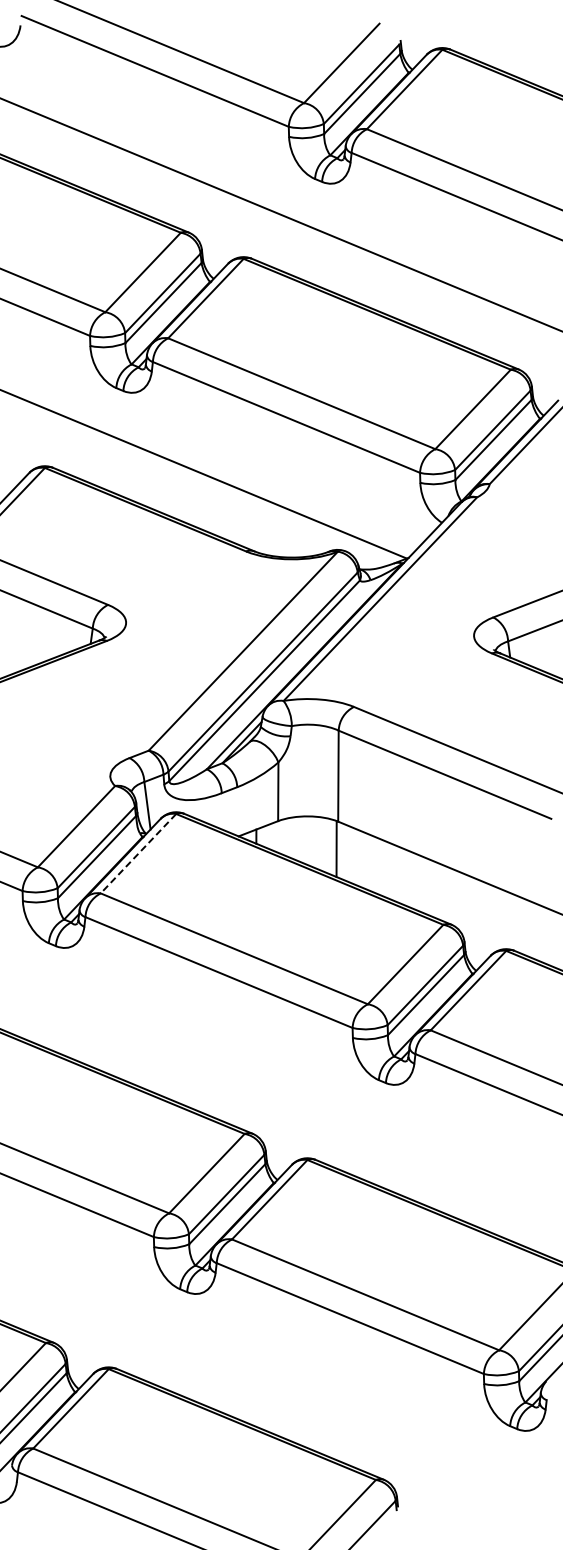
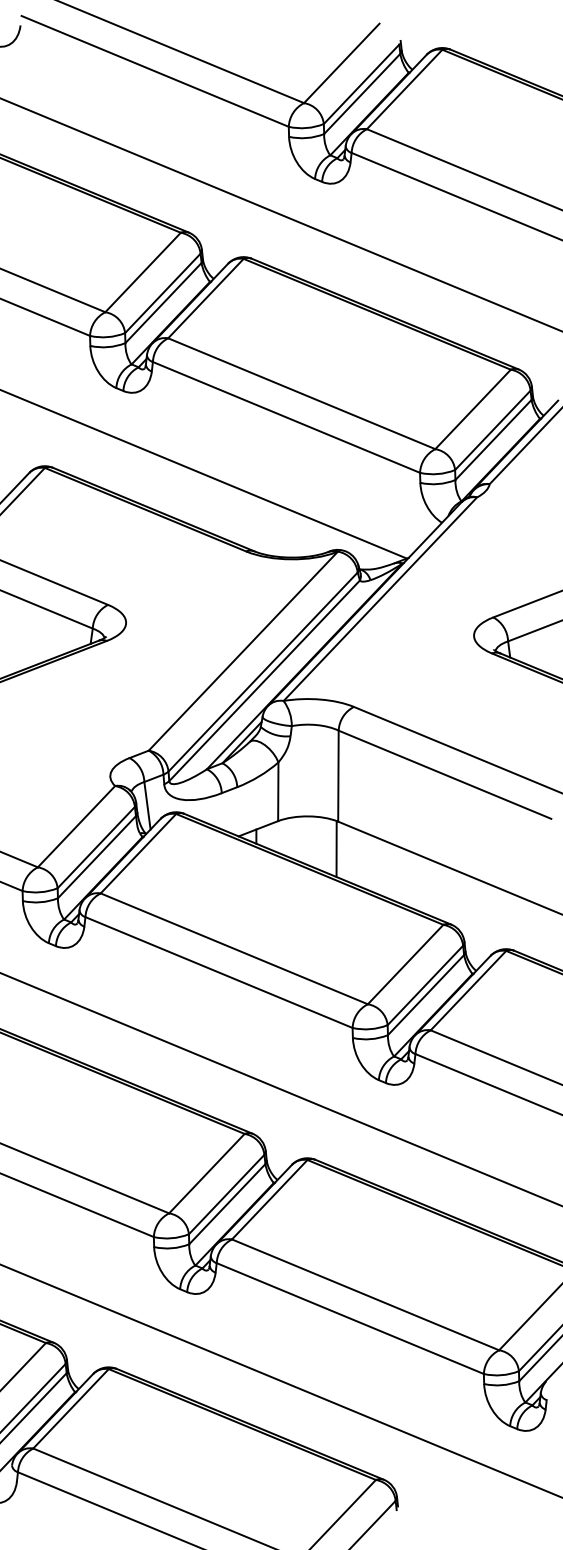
line at (138, 853): dashed -> solid
line at (280, 1088): none -> present
line at (280, 1380): none -> present
